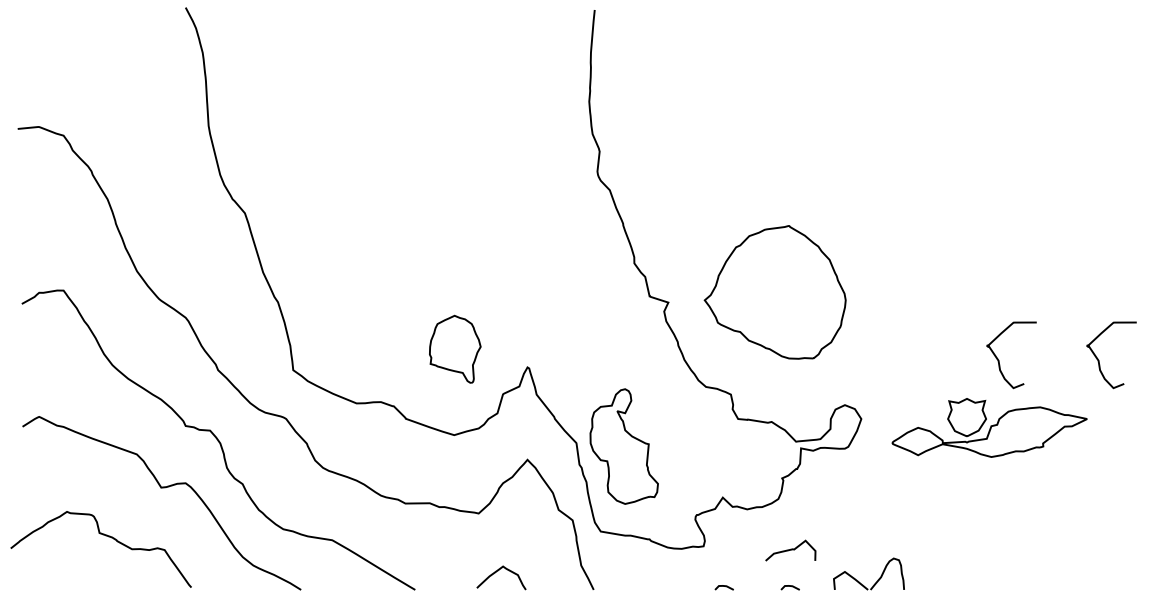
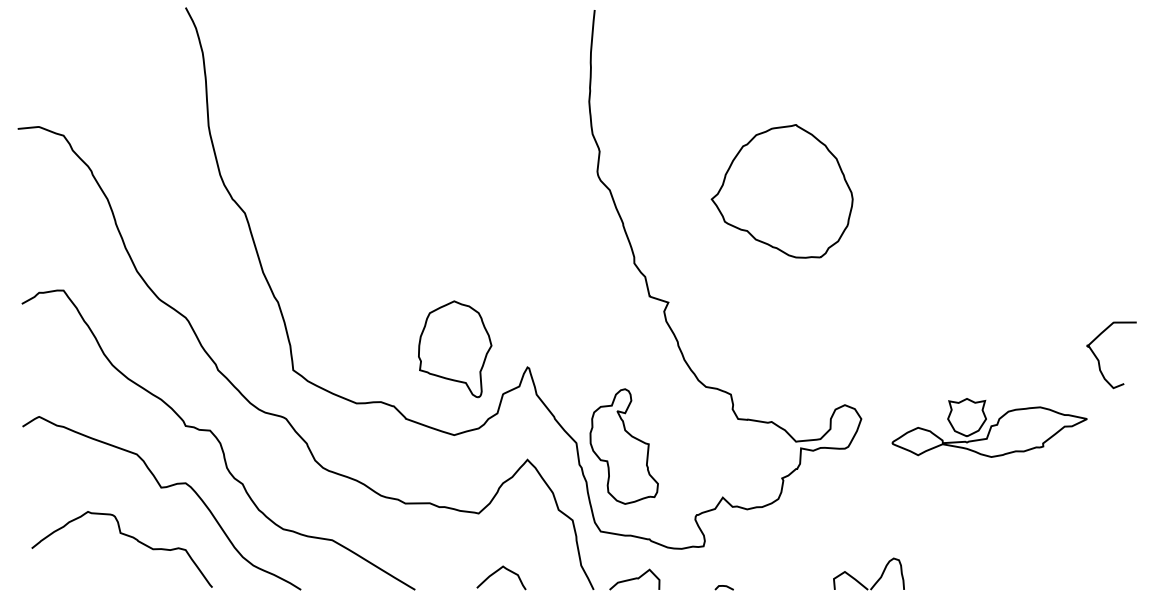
part at (774, 292) position: (774, 292) -> (781, 191)
part at (455, 348) size: 53x70 px -> 75x99 px
curve at (999, 360): present -> none
curve at (105, 536) position: (105, 536) -> (126, 536)
curve at (790, 550) position: (790, 550) -> (634, 579)
line at (789, 586): present -> none
